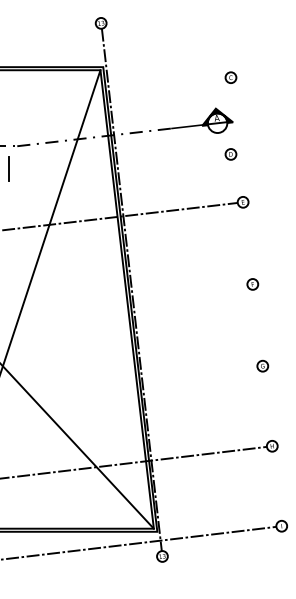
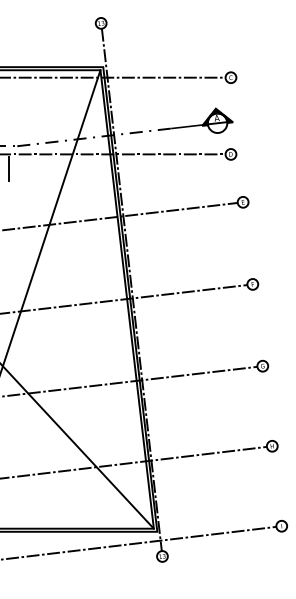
line at (113, 77): none -> present
line at (113, 154): none -> present
line at (124, 299): none -> present
line at (129, 381): none -> present
